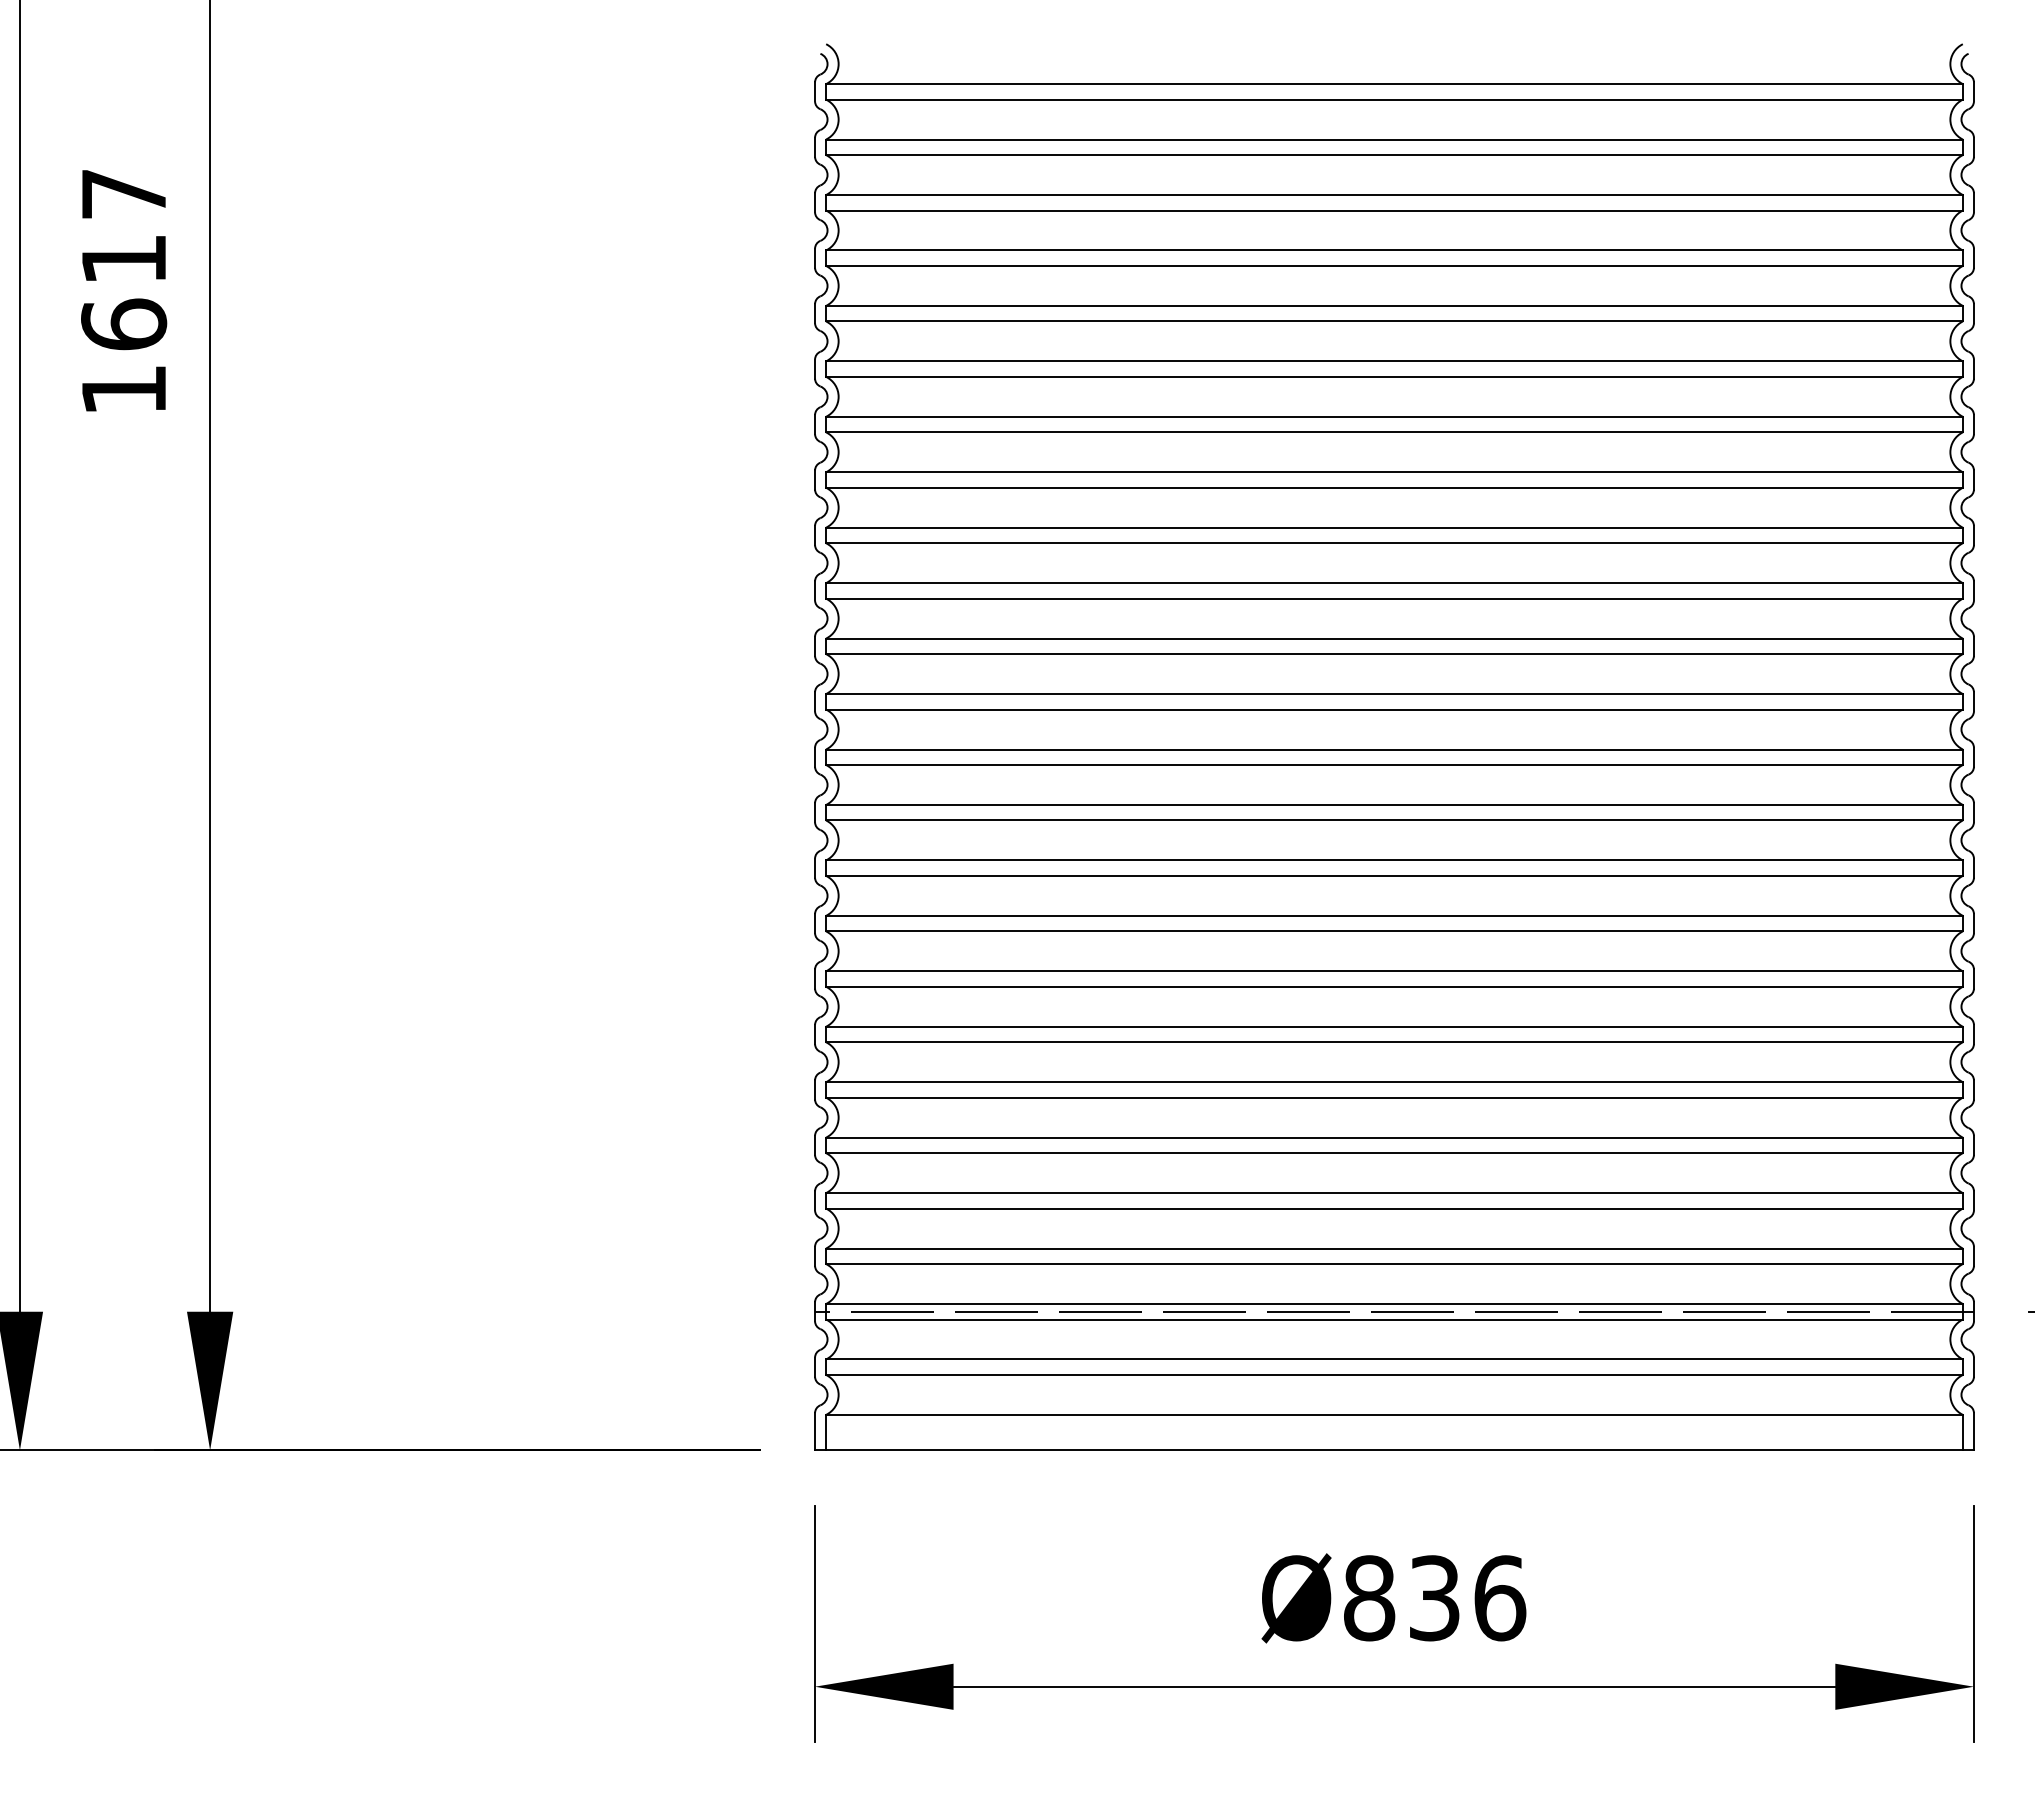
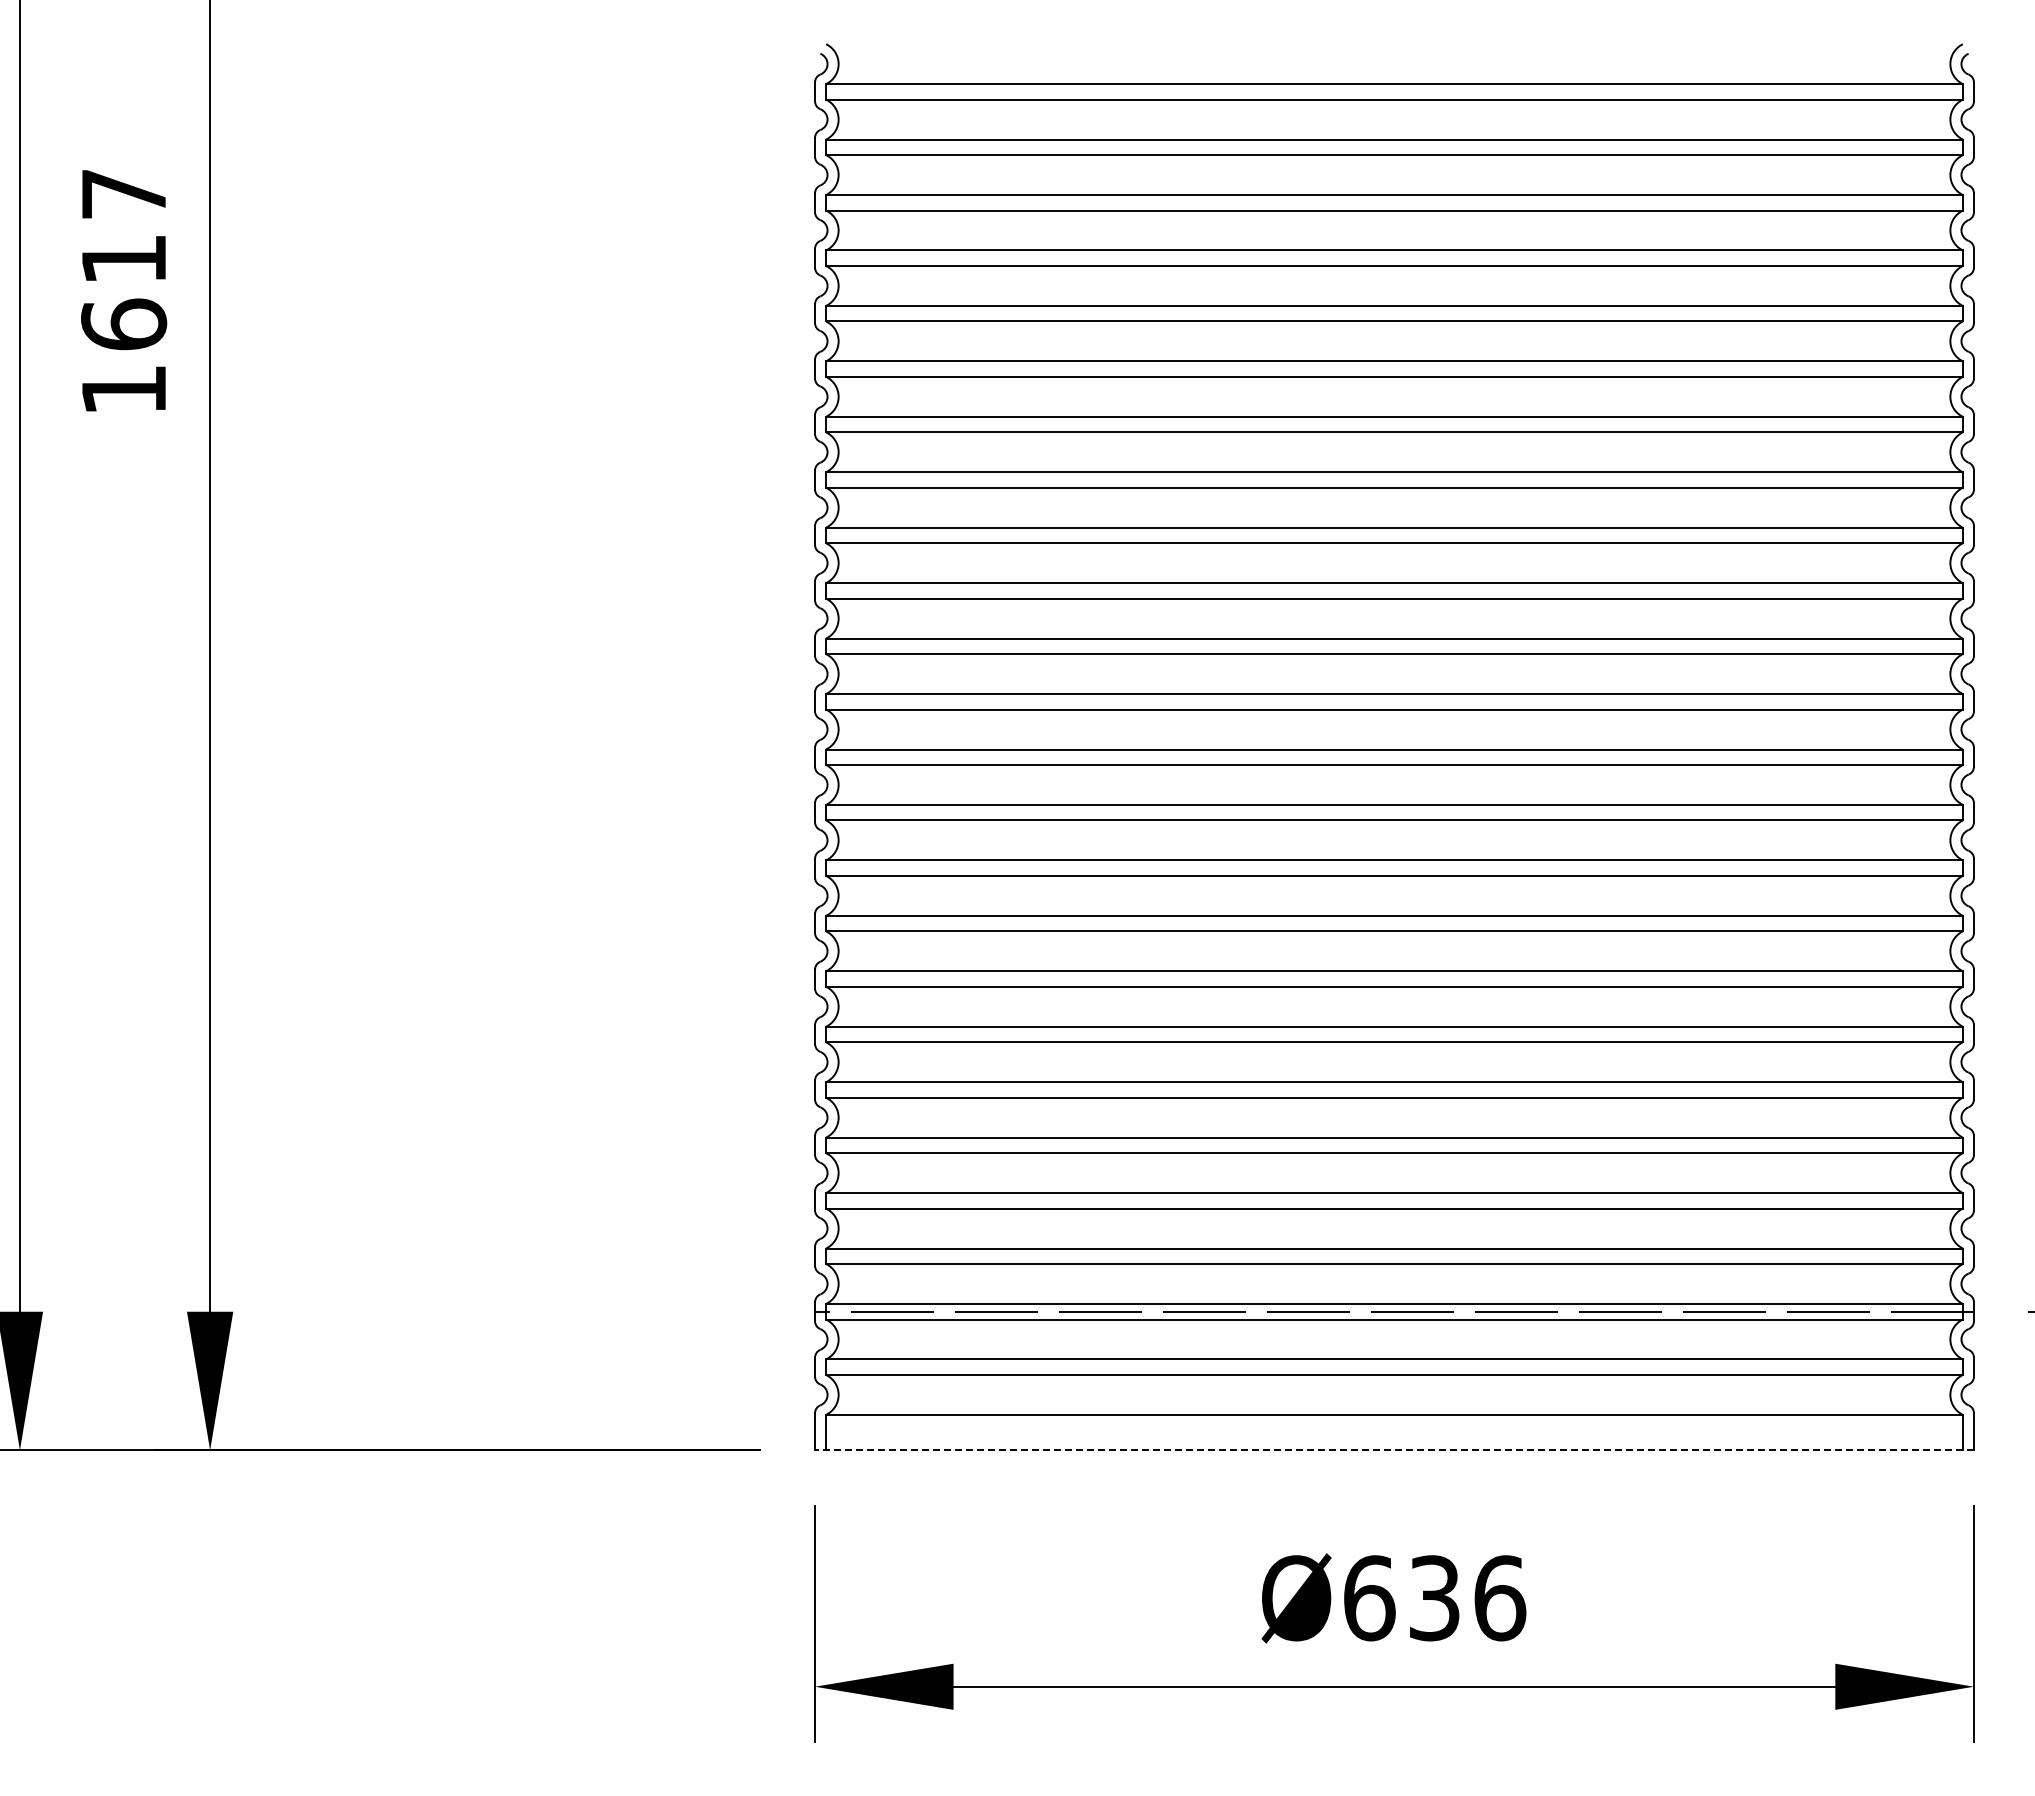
line at (1394, 1450): solid -> dashed
text at (1369, 1598): Ø836 -> Ø636
